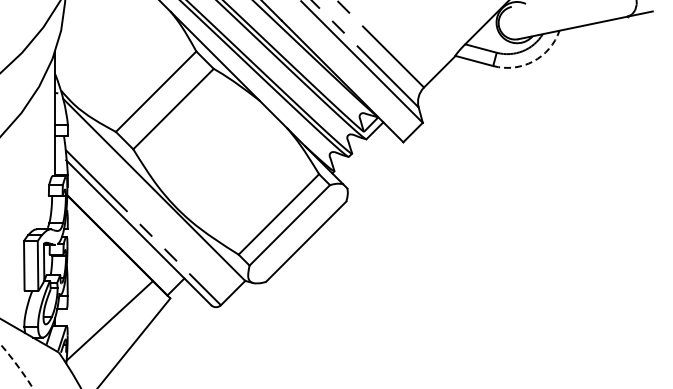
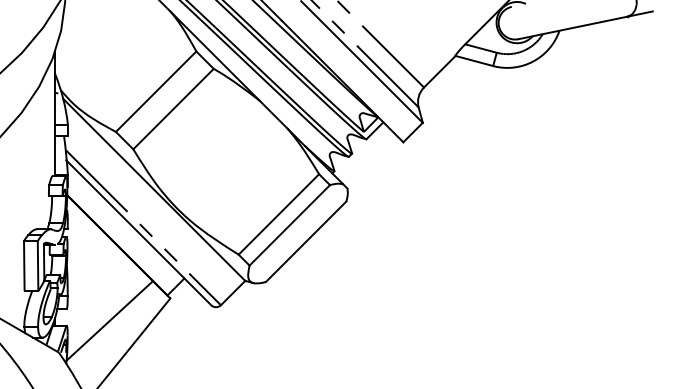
arc at (533, 61): dashed -> solid
arc at (17, 365): dashed -> solid
